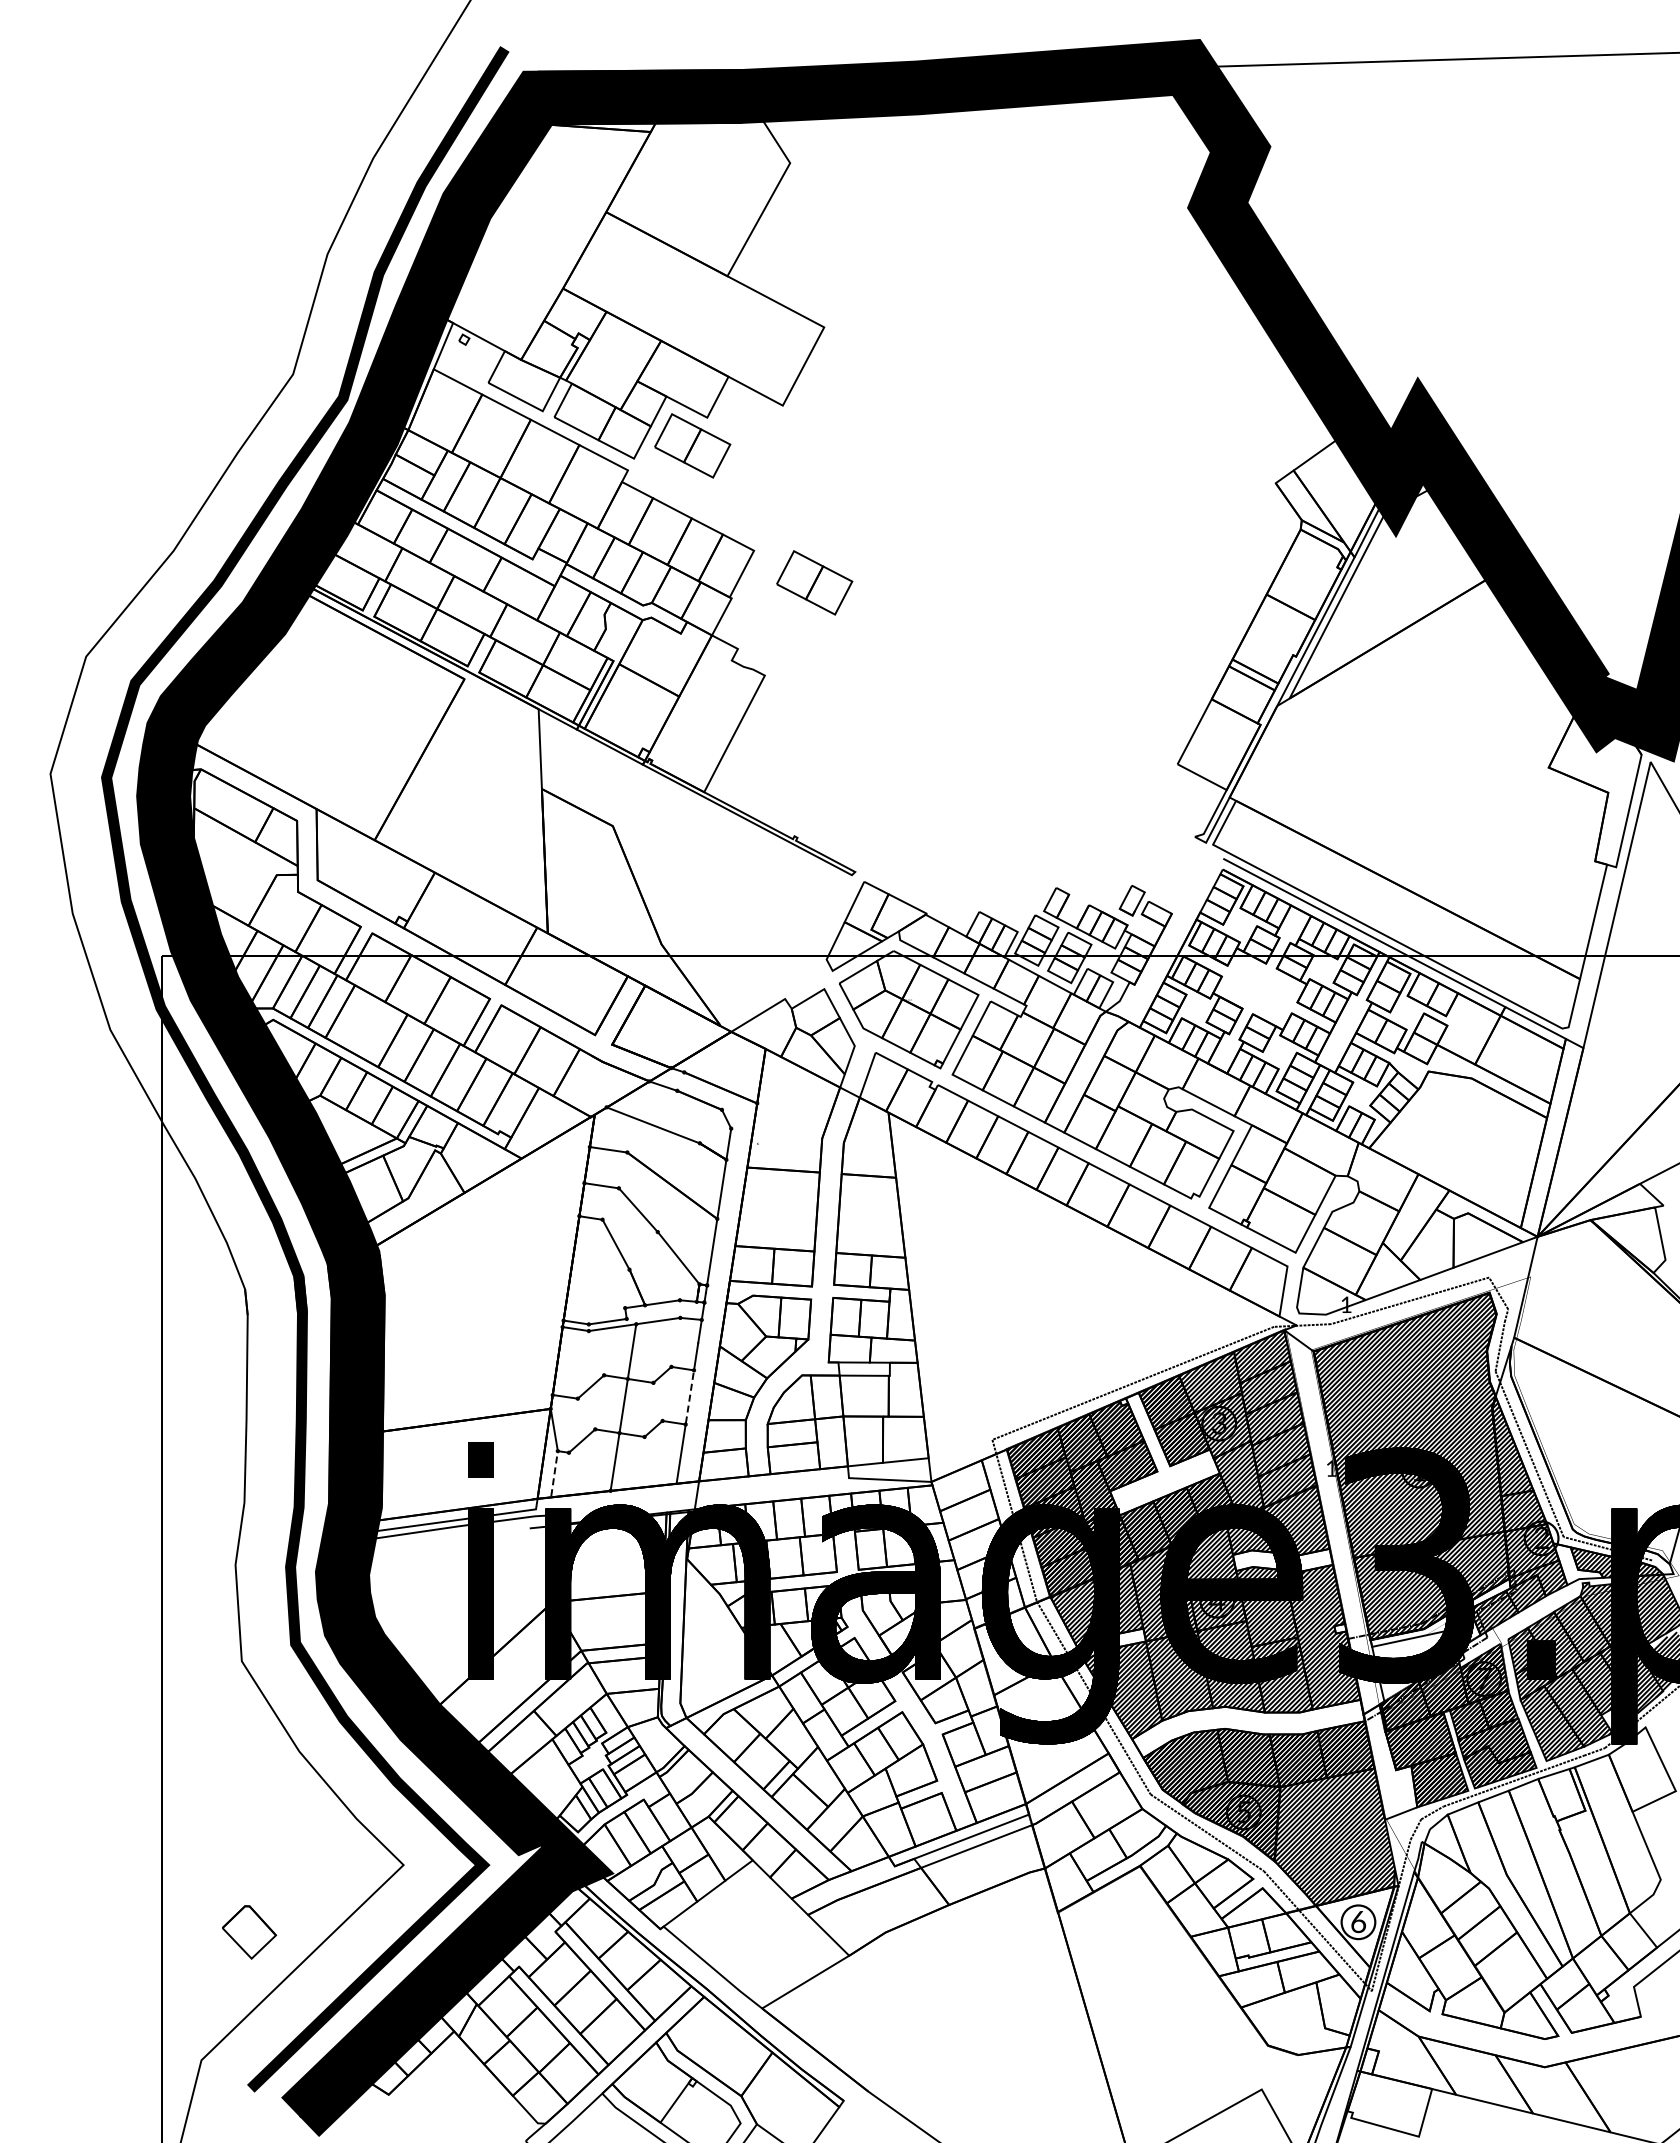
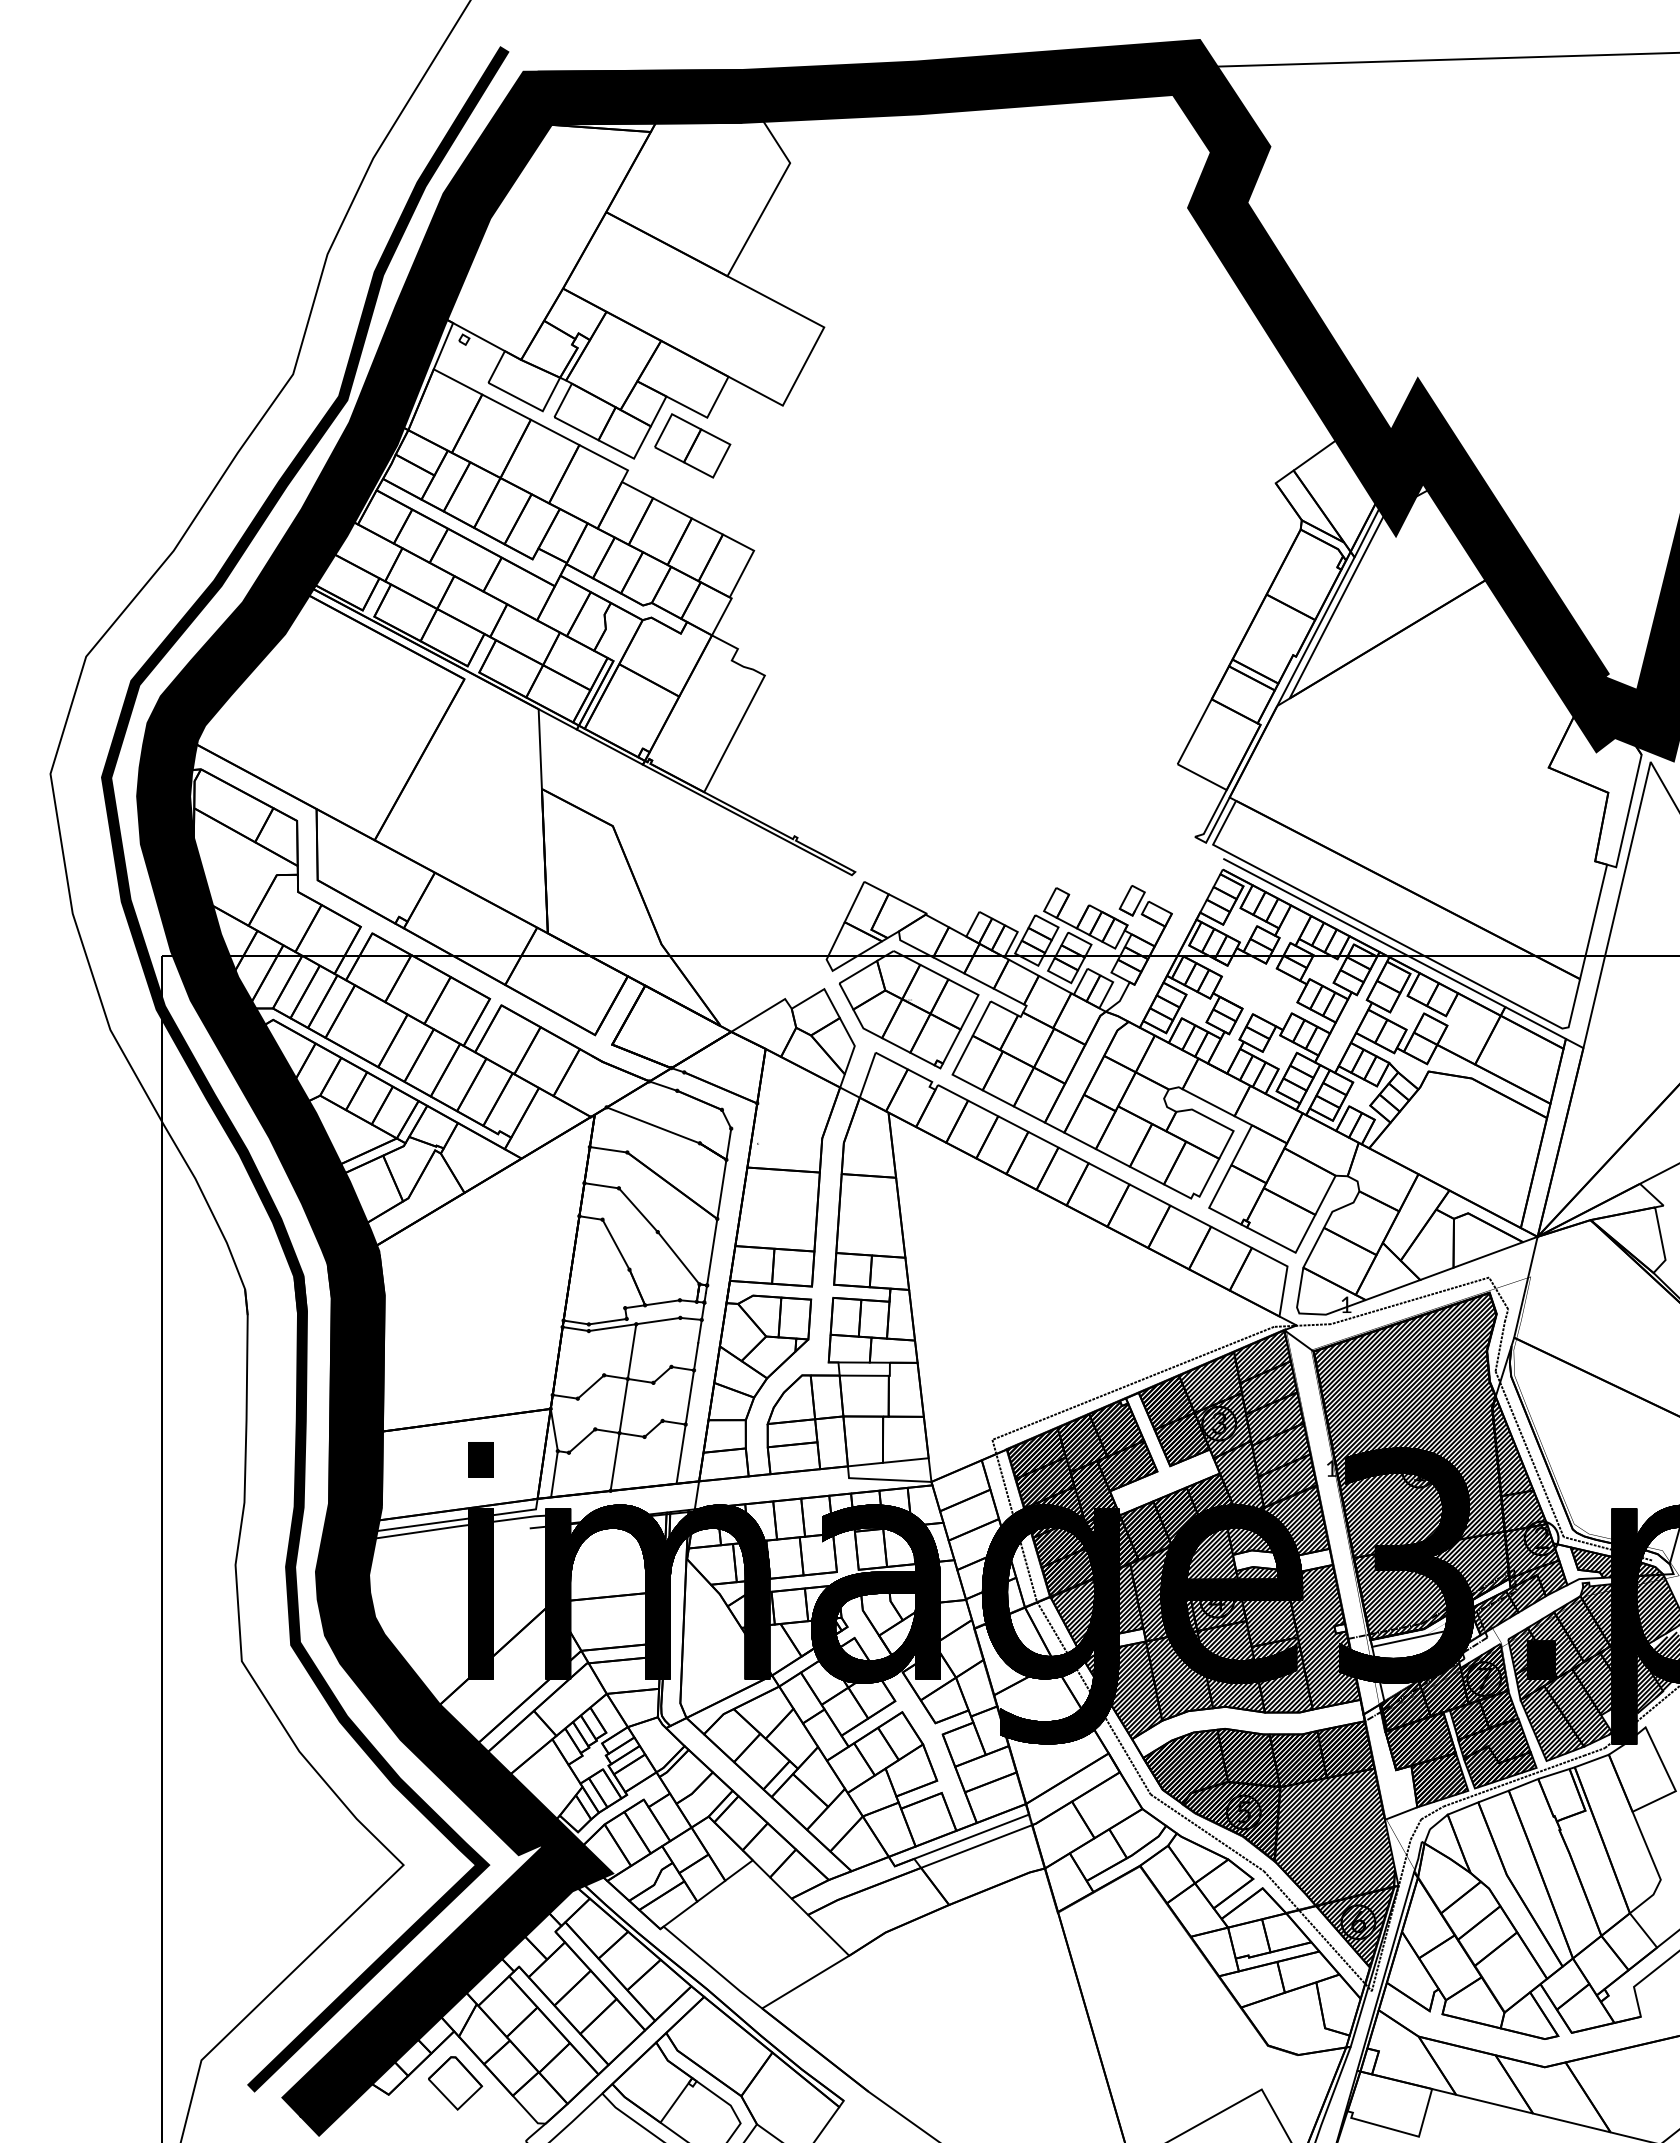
part at (814, 582): present -> none
line at (689, 1396): dashed -> solid
line at (554, 1473): dashed -> solid
hatch at (1354, 1926): none -> present
part at (249, 1932) position: (249, 1932) -> (455, 2083)
